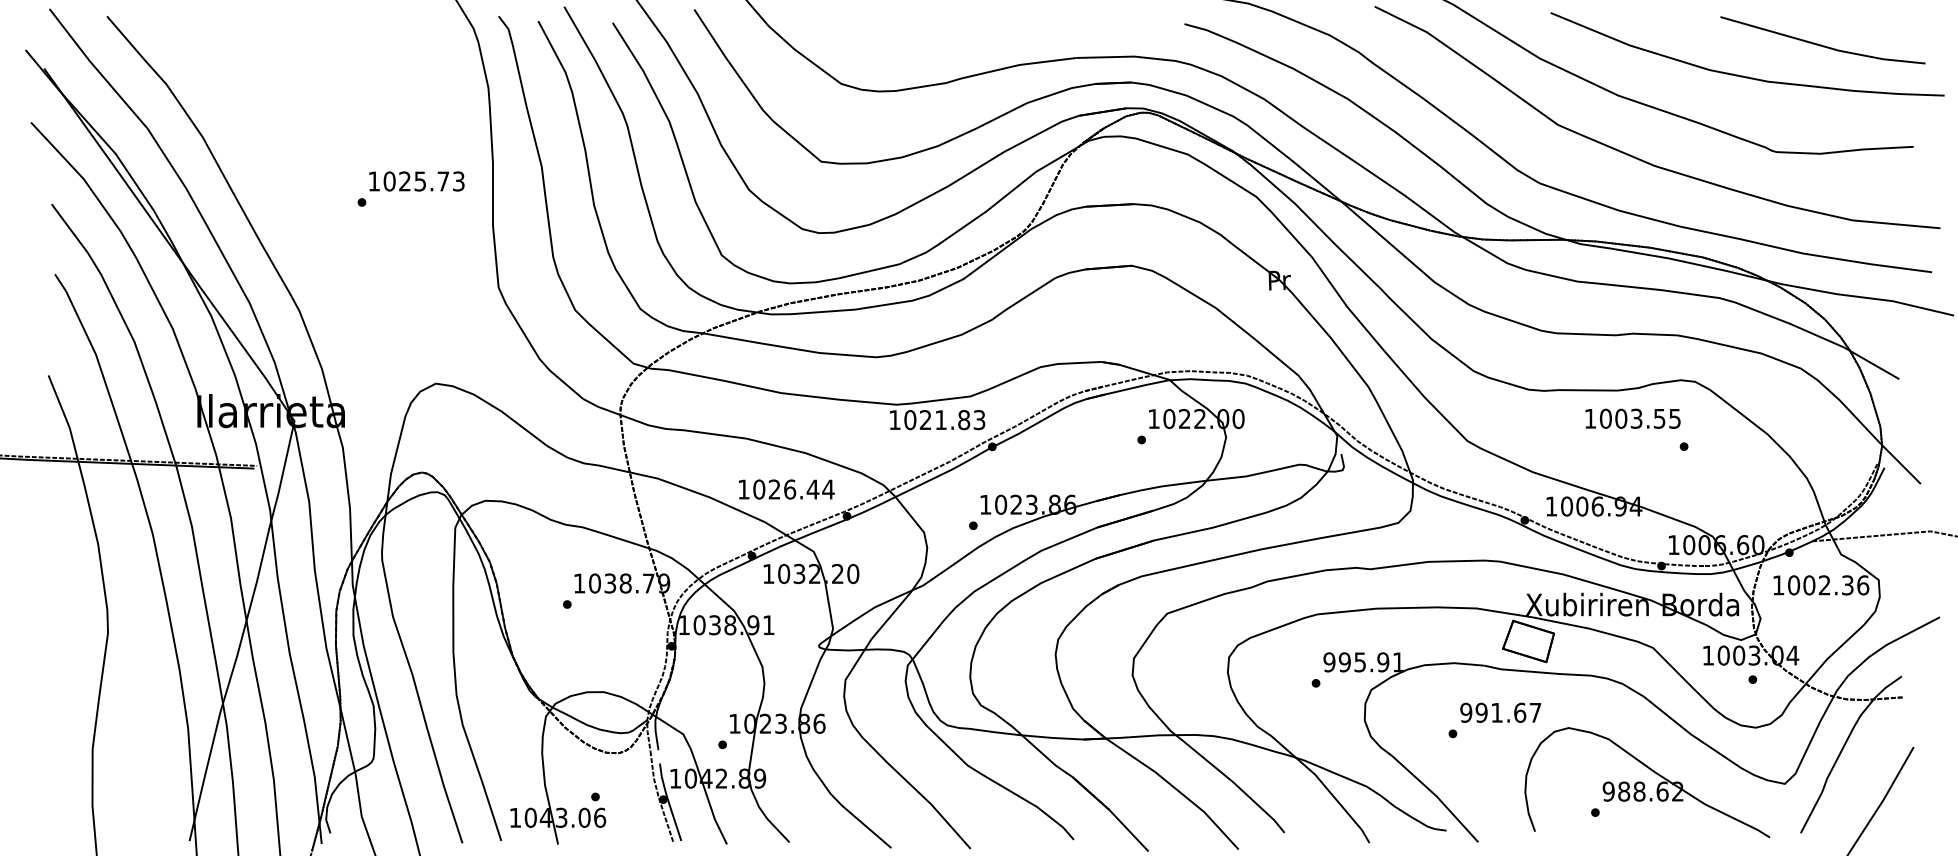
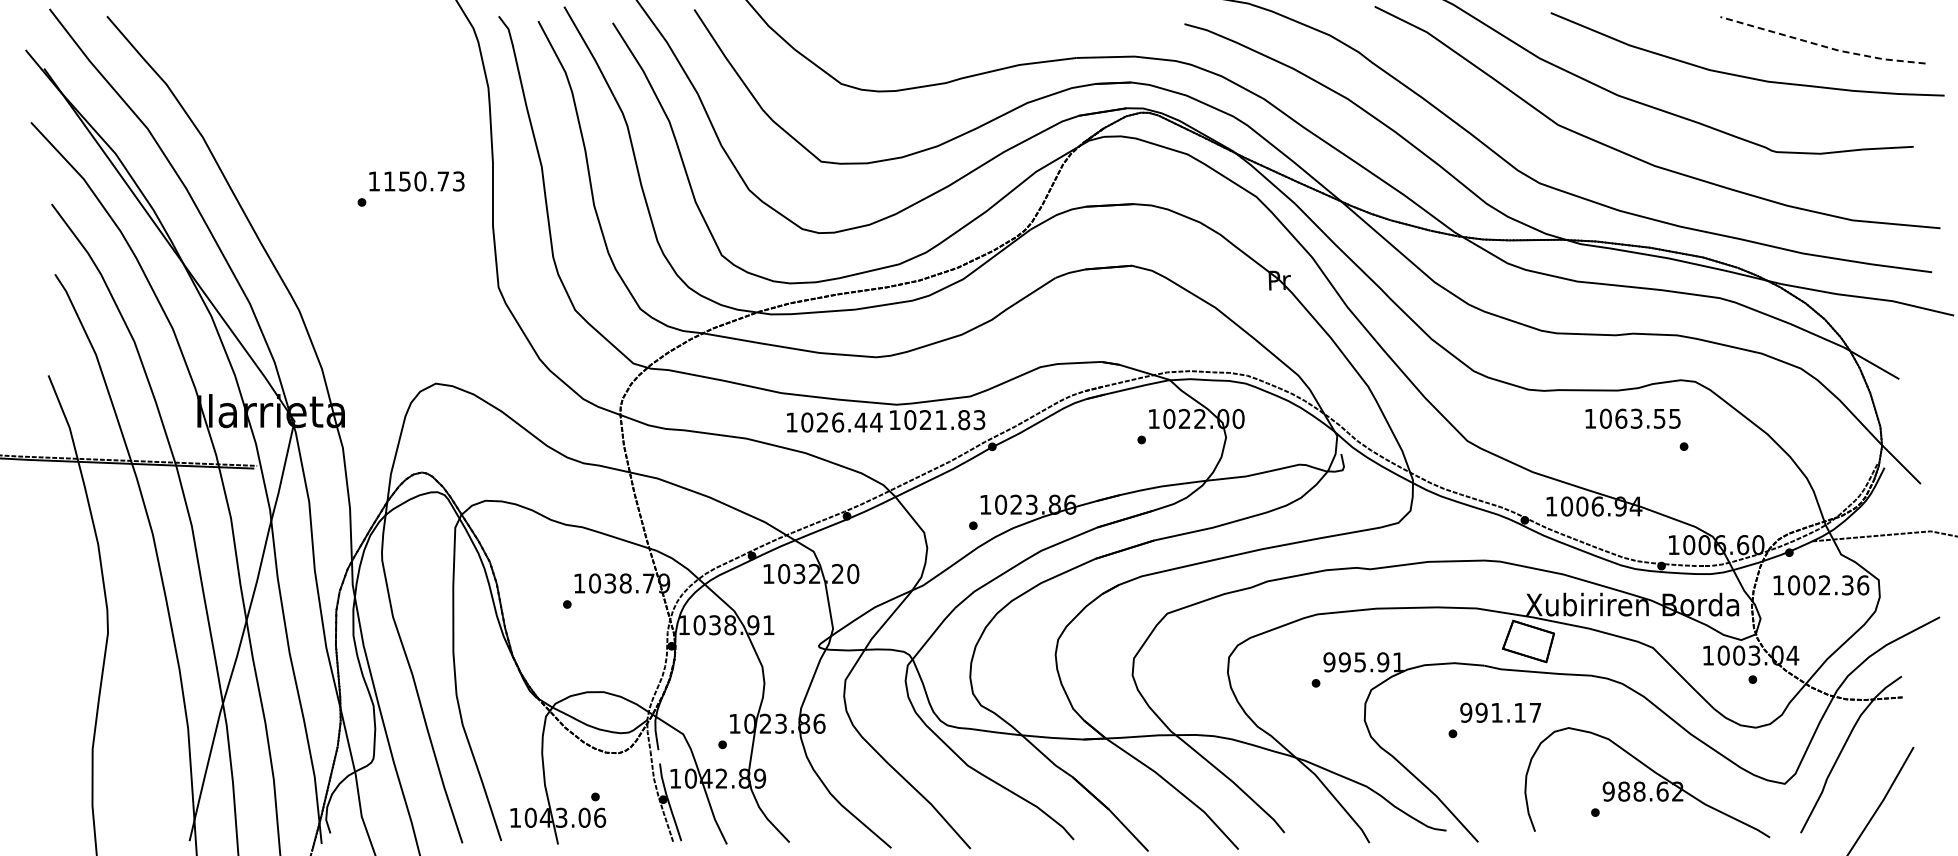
line at (1822, 46): solid -> dashed
text at (404, 181): 1025.73 -> 1150.73
text at (1621, 418): 1003.55 -> 1063.55
text at (786, 489) position: (786, 489) -> (834, 422)
text at (1520, 712): 991.67 -> 991.17
